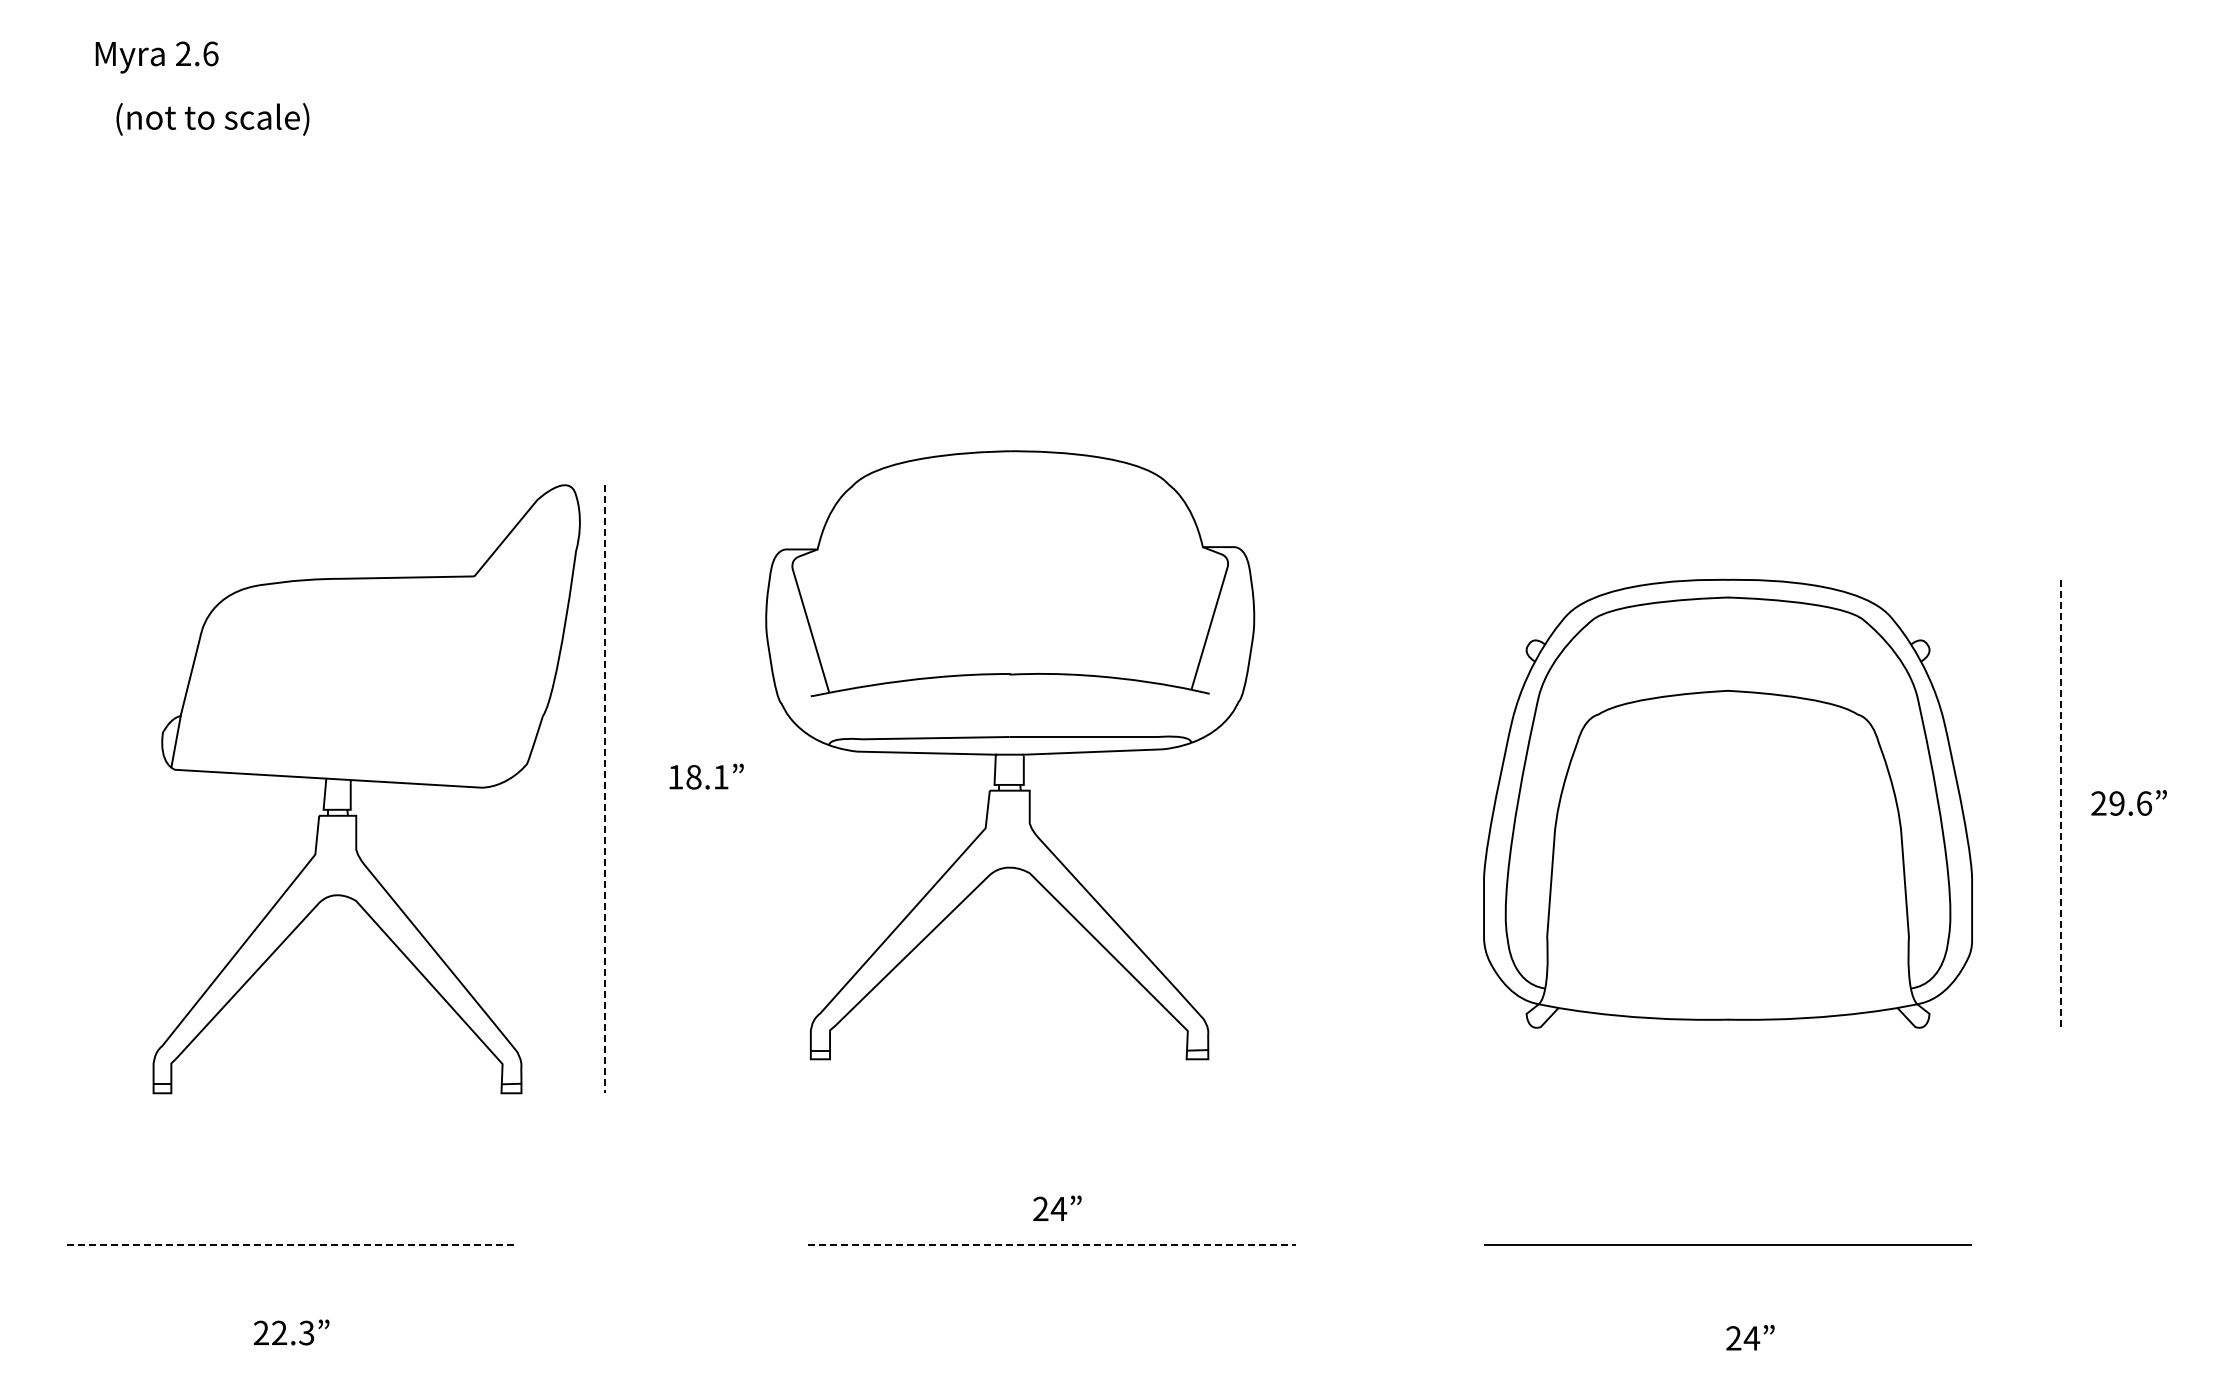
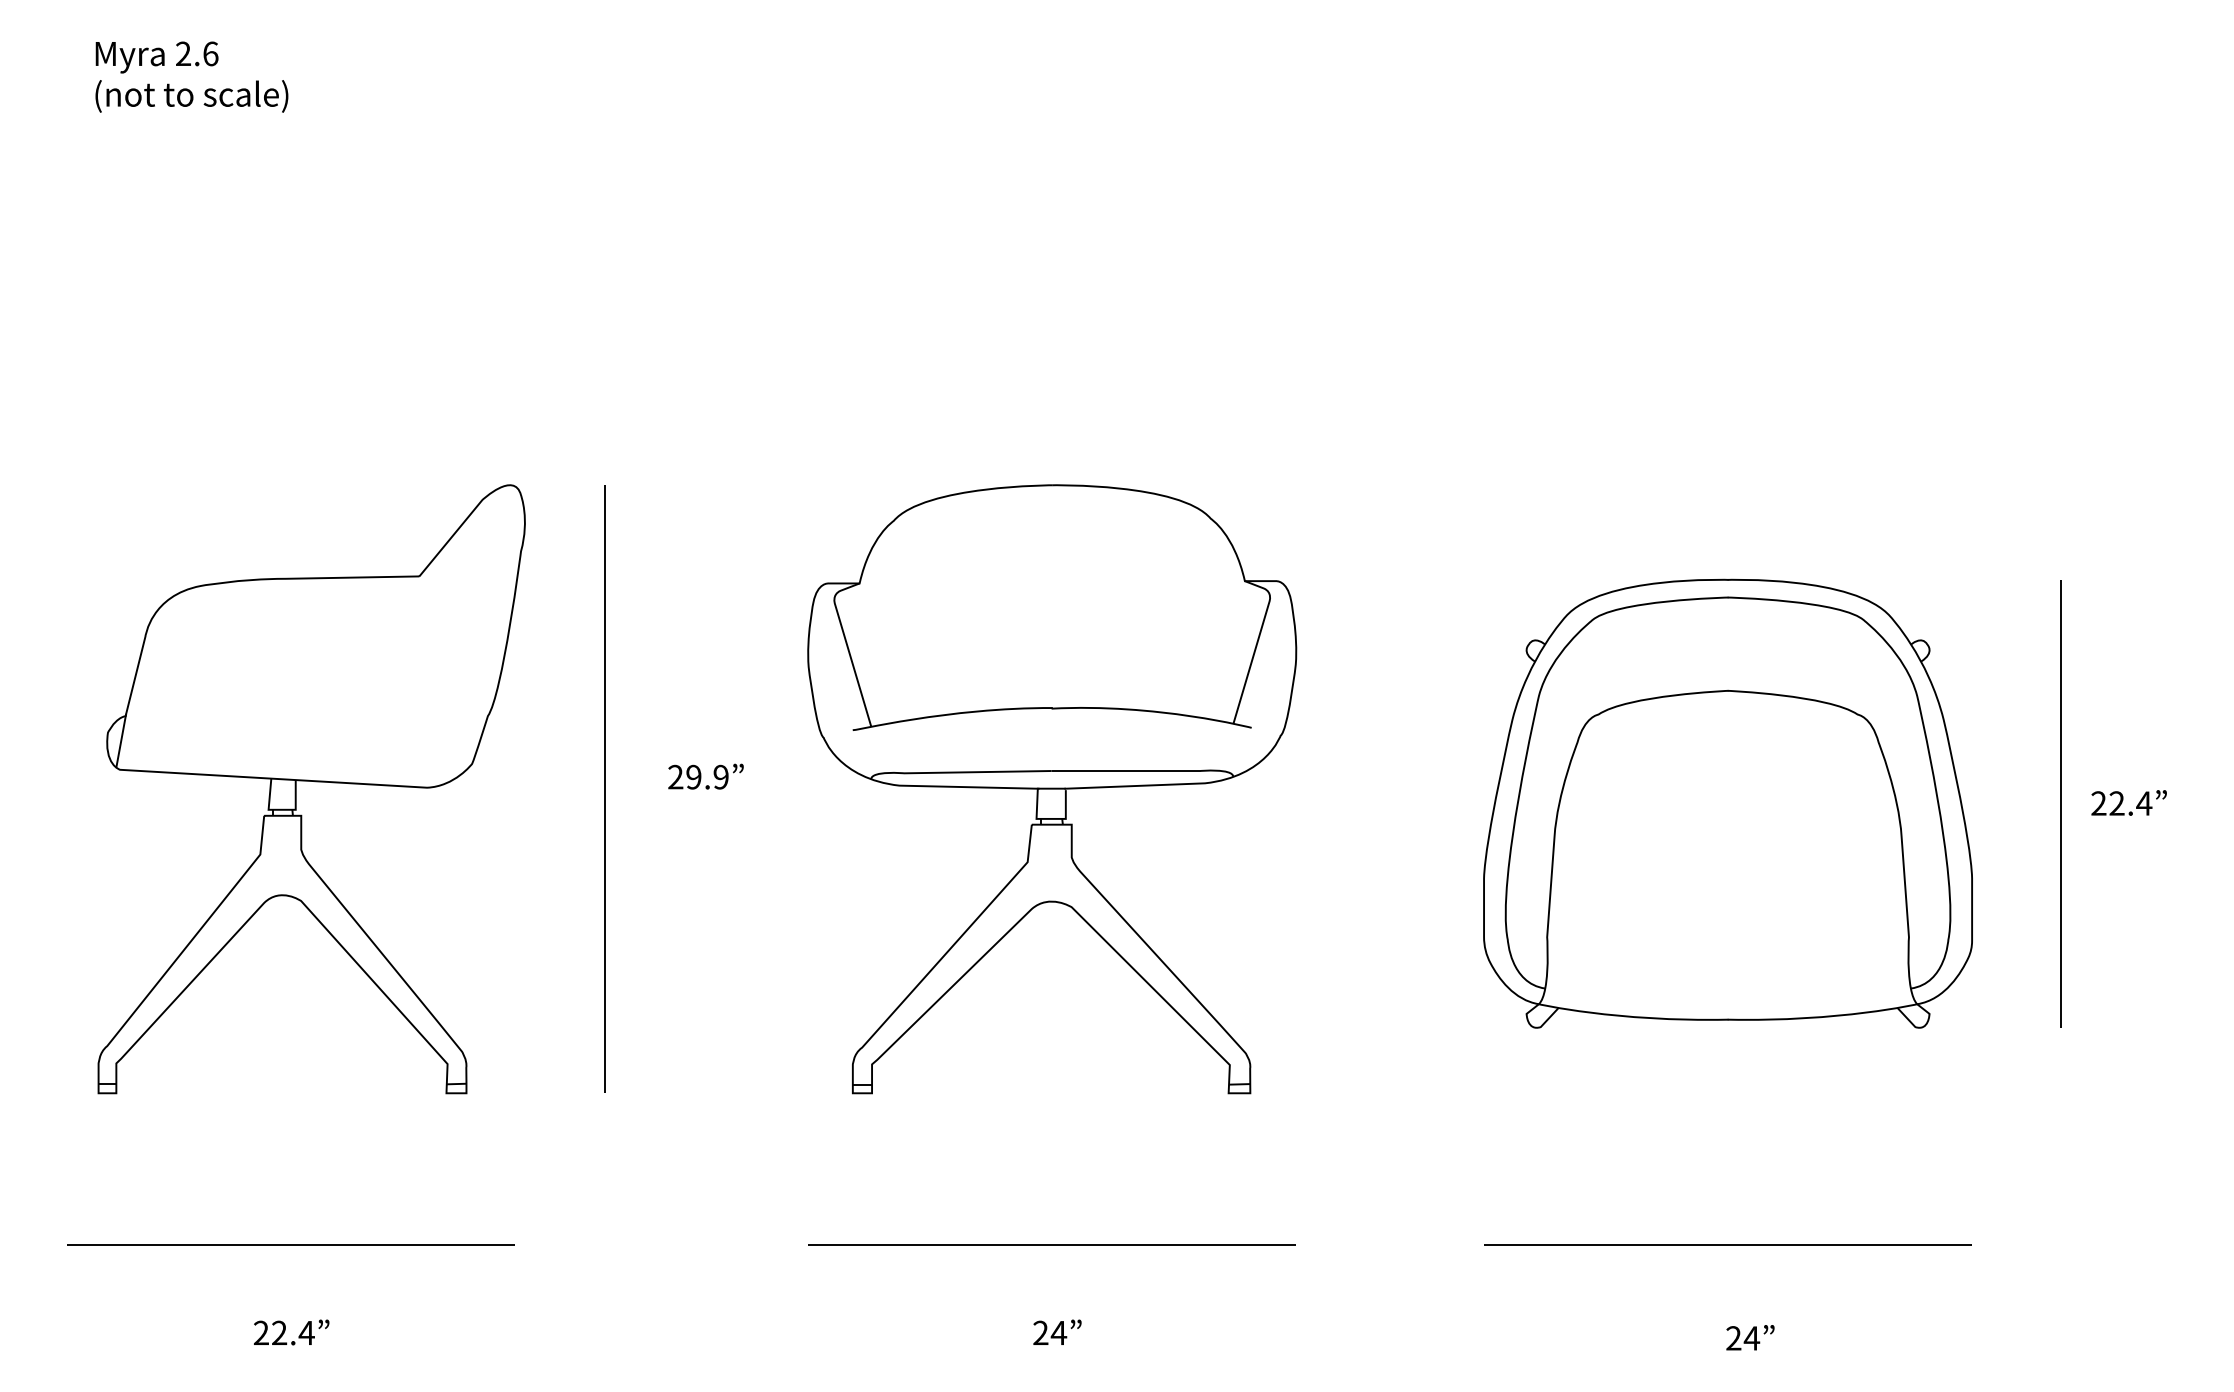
text at (212, 119) position: (212, 119) -> (191, 96)
part at (1010, 755) position: (1010, 755) -> (1052, 789)
text at (698, 776): 18.1 -> 29.9
part at (366, 781) position: (366, 781) -> (311, 781)
line at (605, 789): dashed -> solid
text at (2130, 803): 29.6 -> 22.4
line at (2060, 804): dashed -> solid
text at (1057, 1207) position: (1057, 1207) -> (1057, 1331)
line at (291, 1244): dashed -> solid
line at (1052, 1244): dashed -> solid
text at (306, 1332): 22.3 -> 22.4
